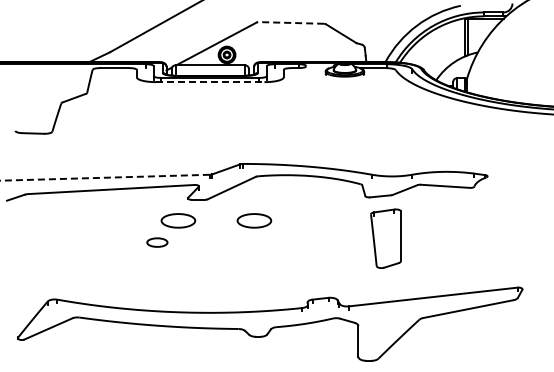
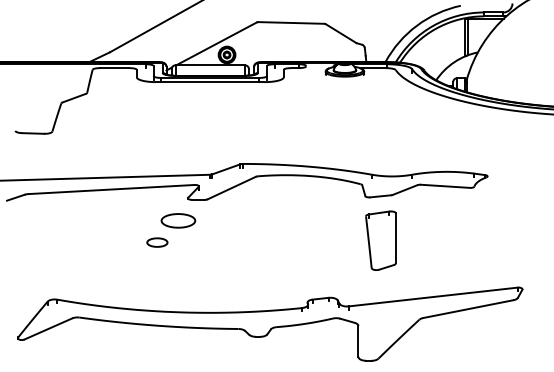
line at (291, 22): dashed -> solid
line at (210, 82): dashed -> solid
line at (105, 177): dashed -> solid
part at (254, 220): present -> none
part at (385, 238) position: (385, 238) -> (380, 240)
